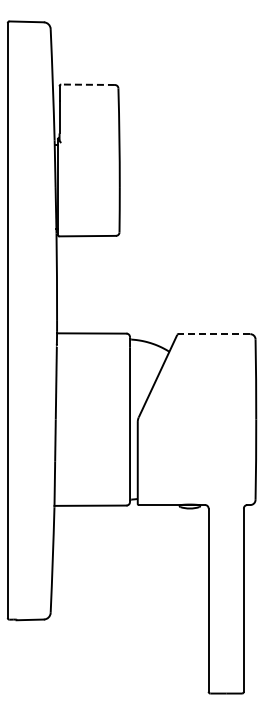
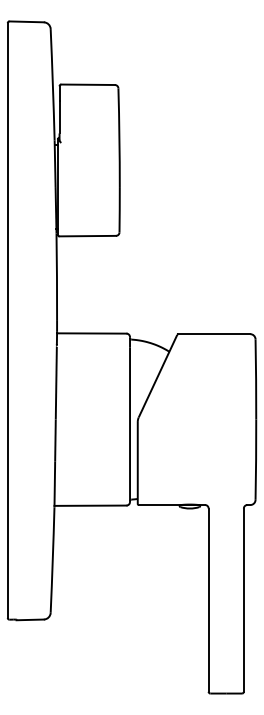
line at (88, 84): dashed -> solid
line at (214, 334): dashed -> solid
